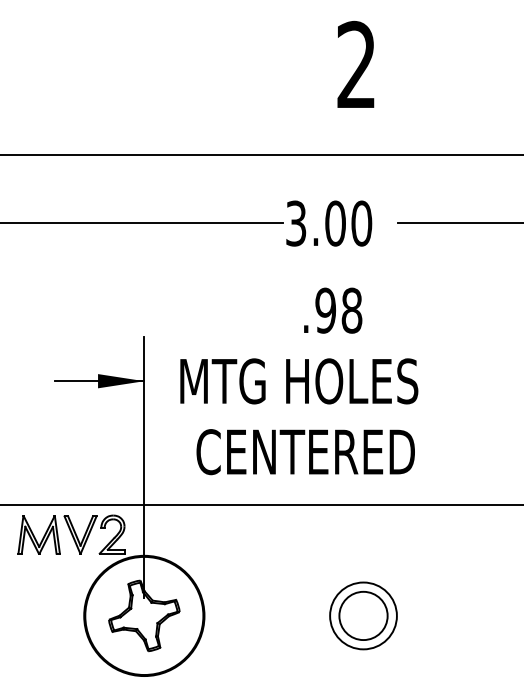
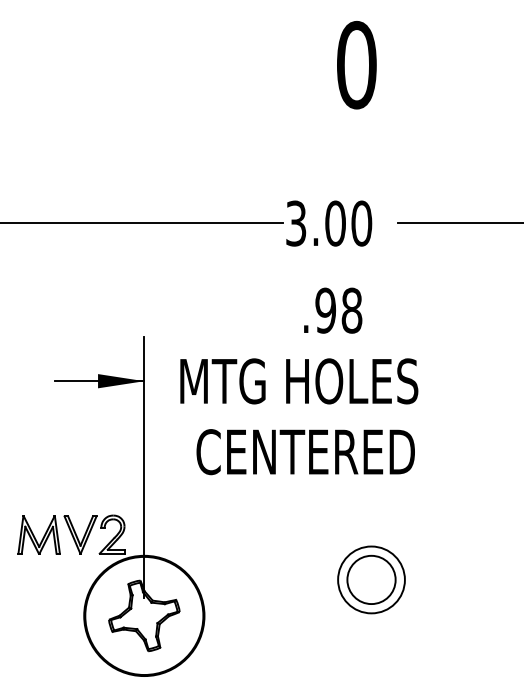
text at (356, 64): 2 -> 0
line at (261, 155): present -> none
line at (261, 504): present -> none
part at (363, 615) position: (363, 615) -> (371, 579)
